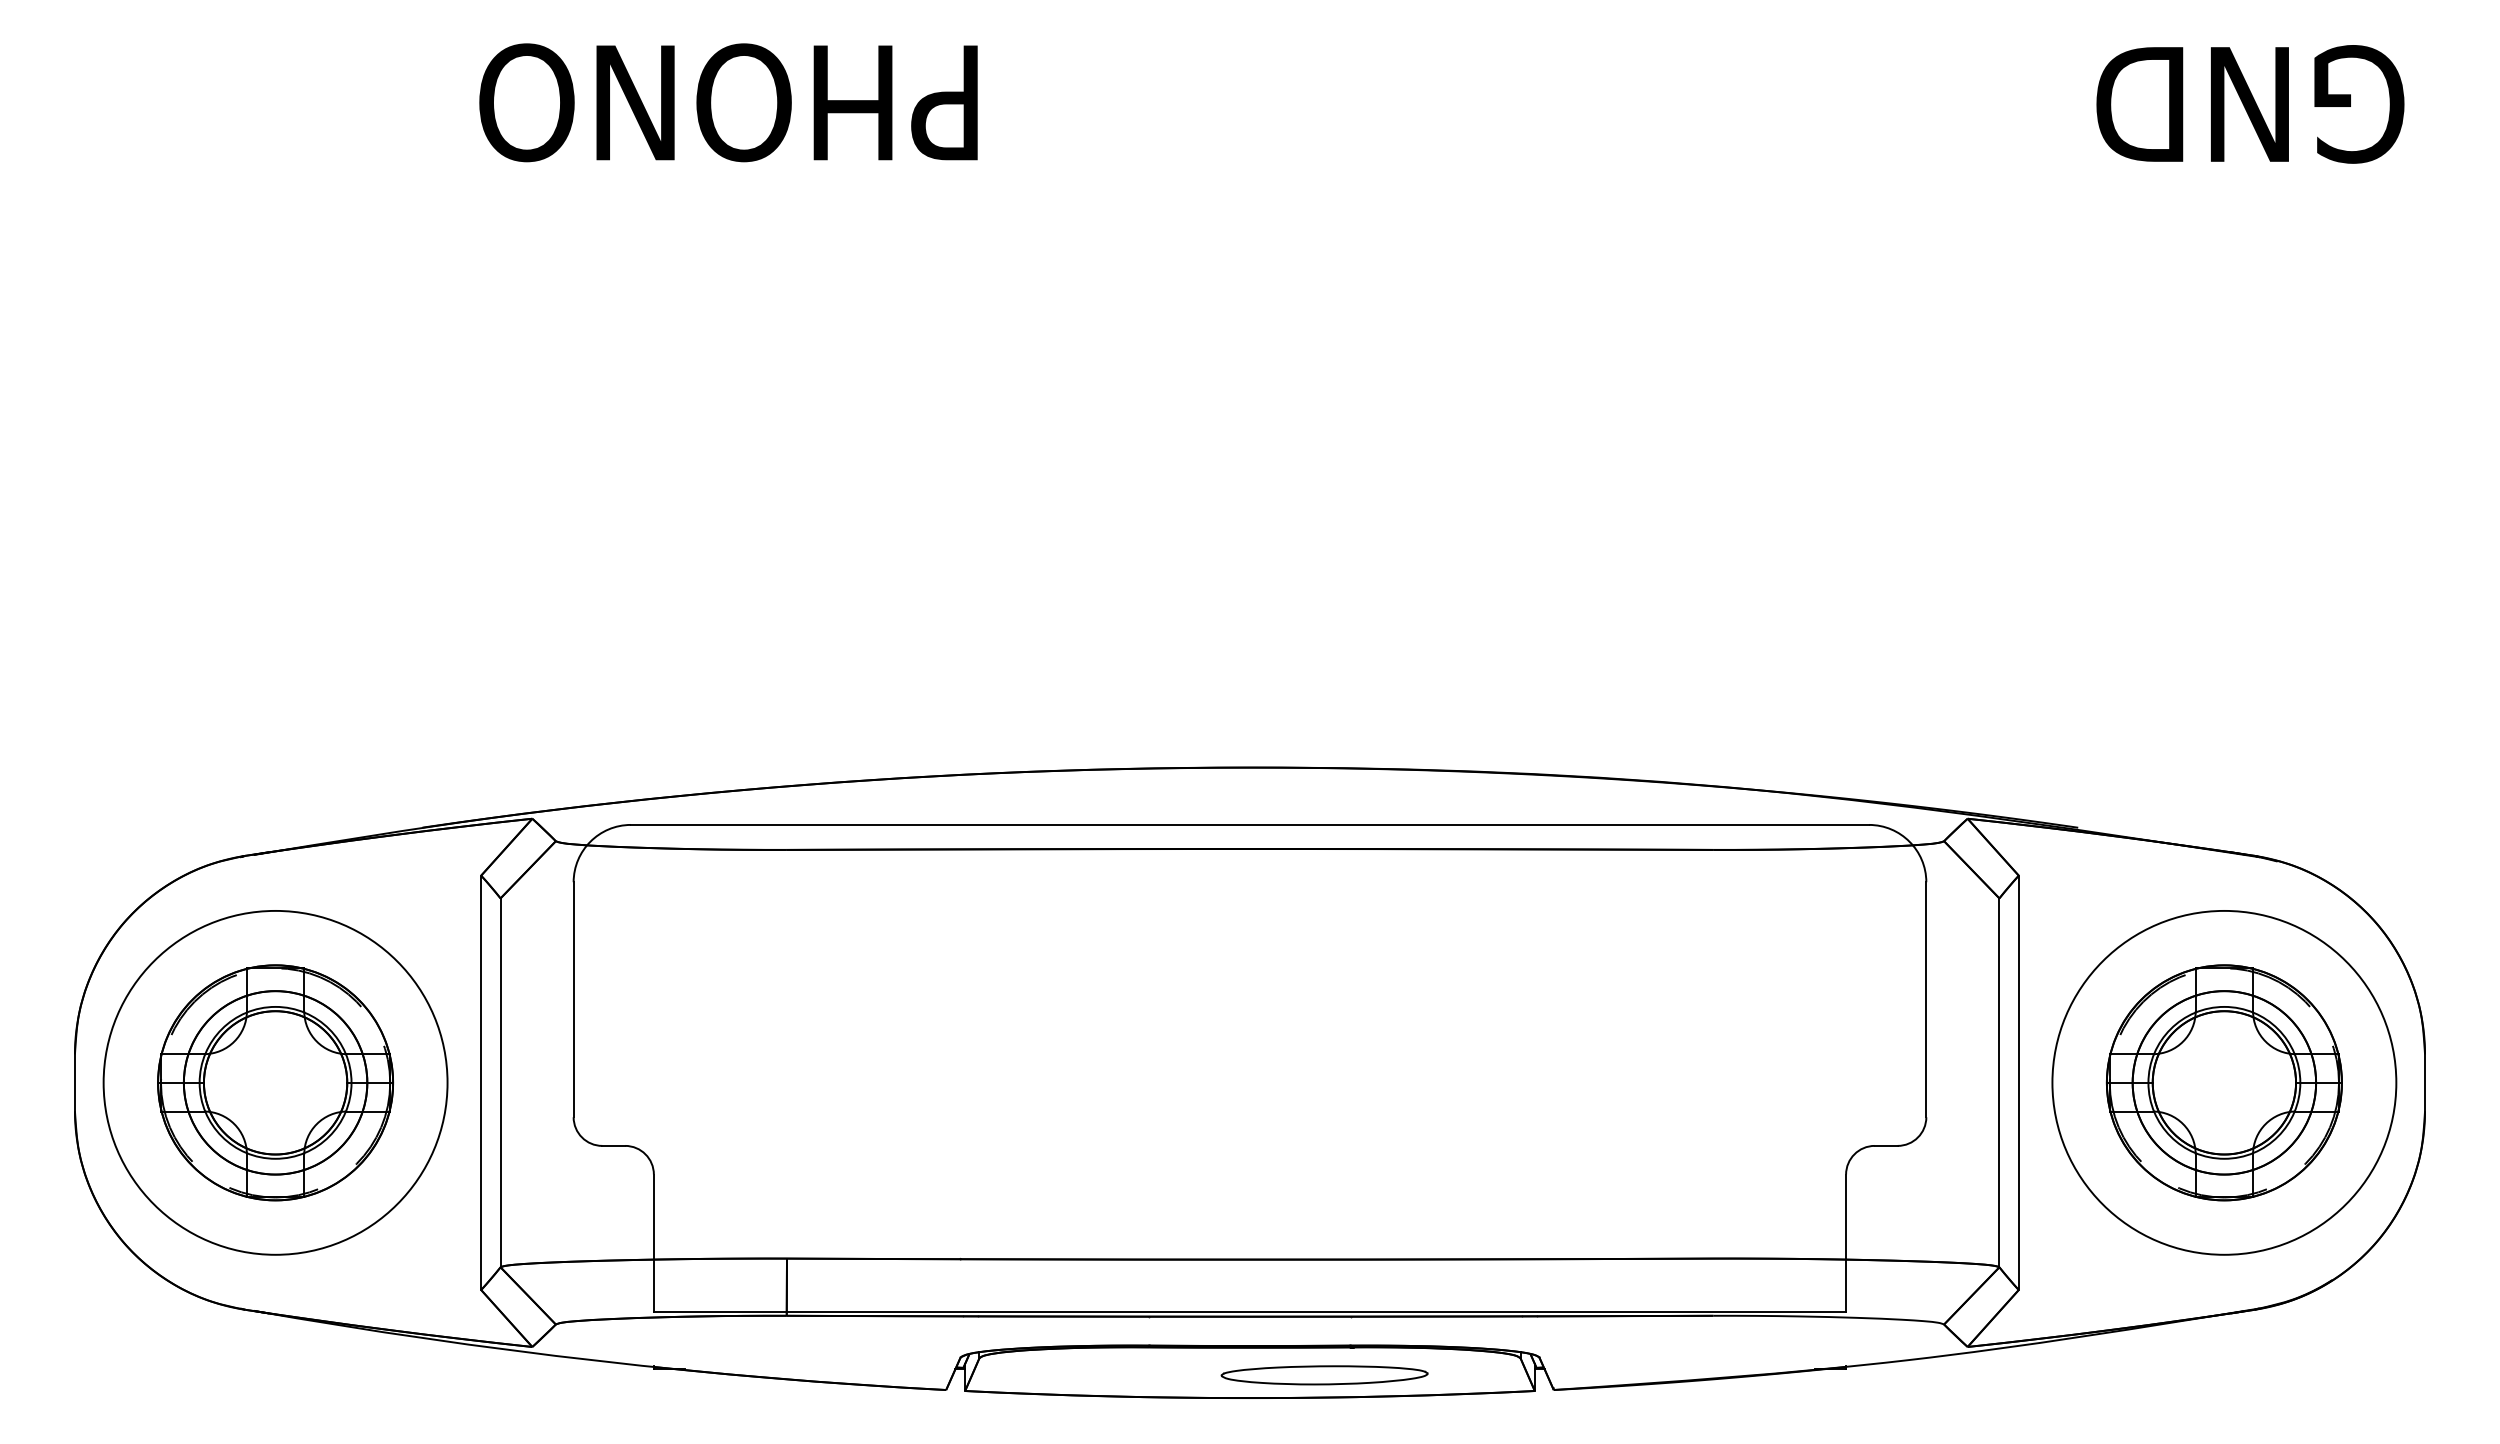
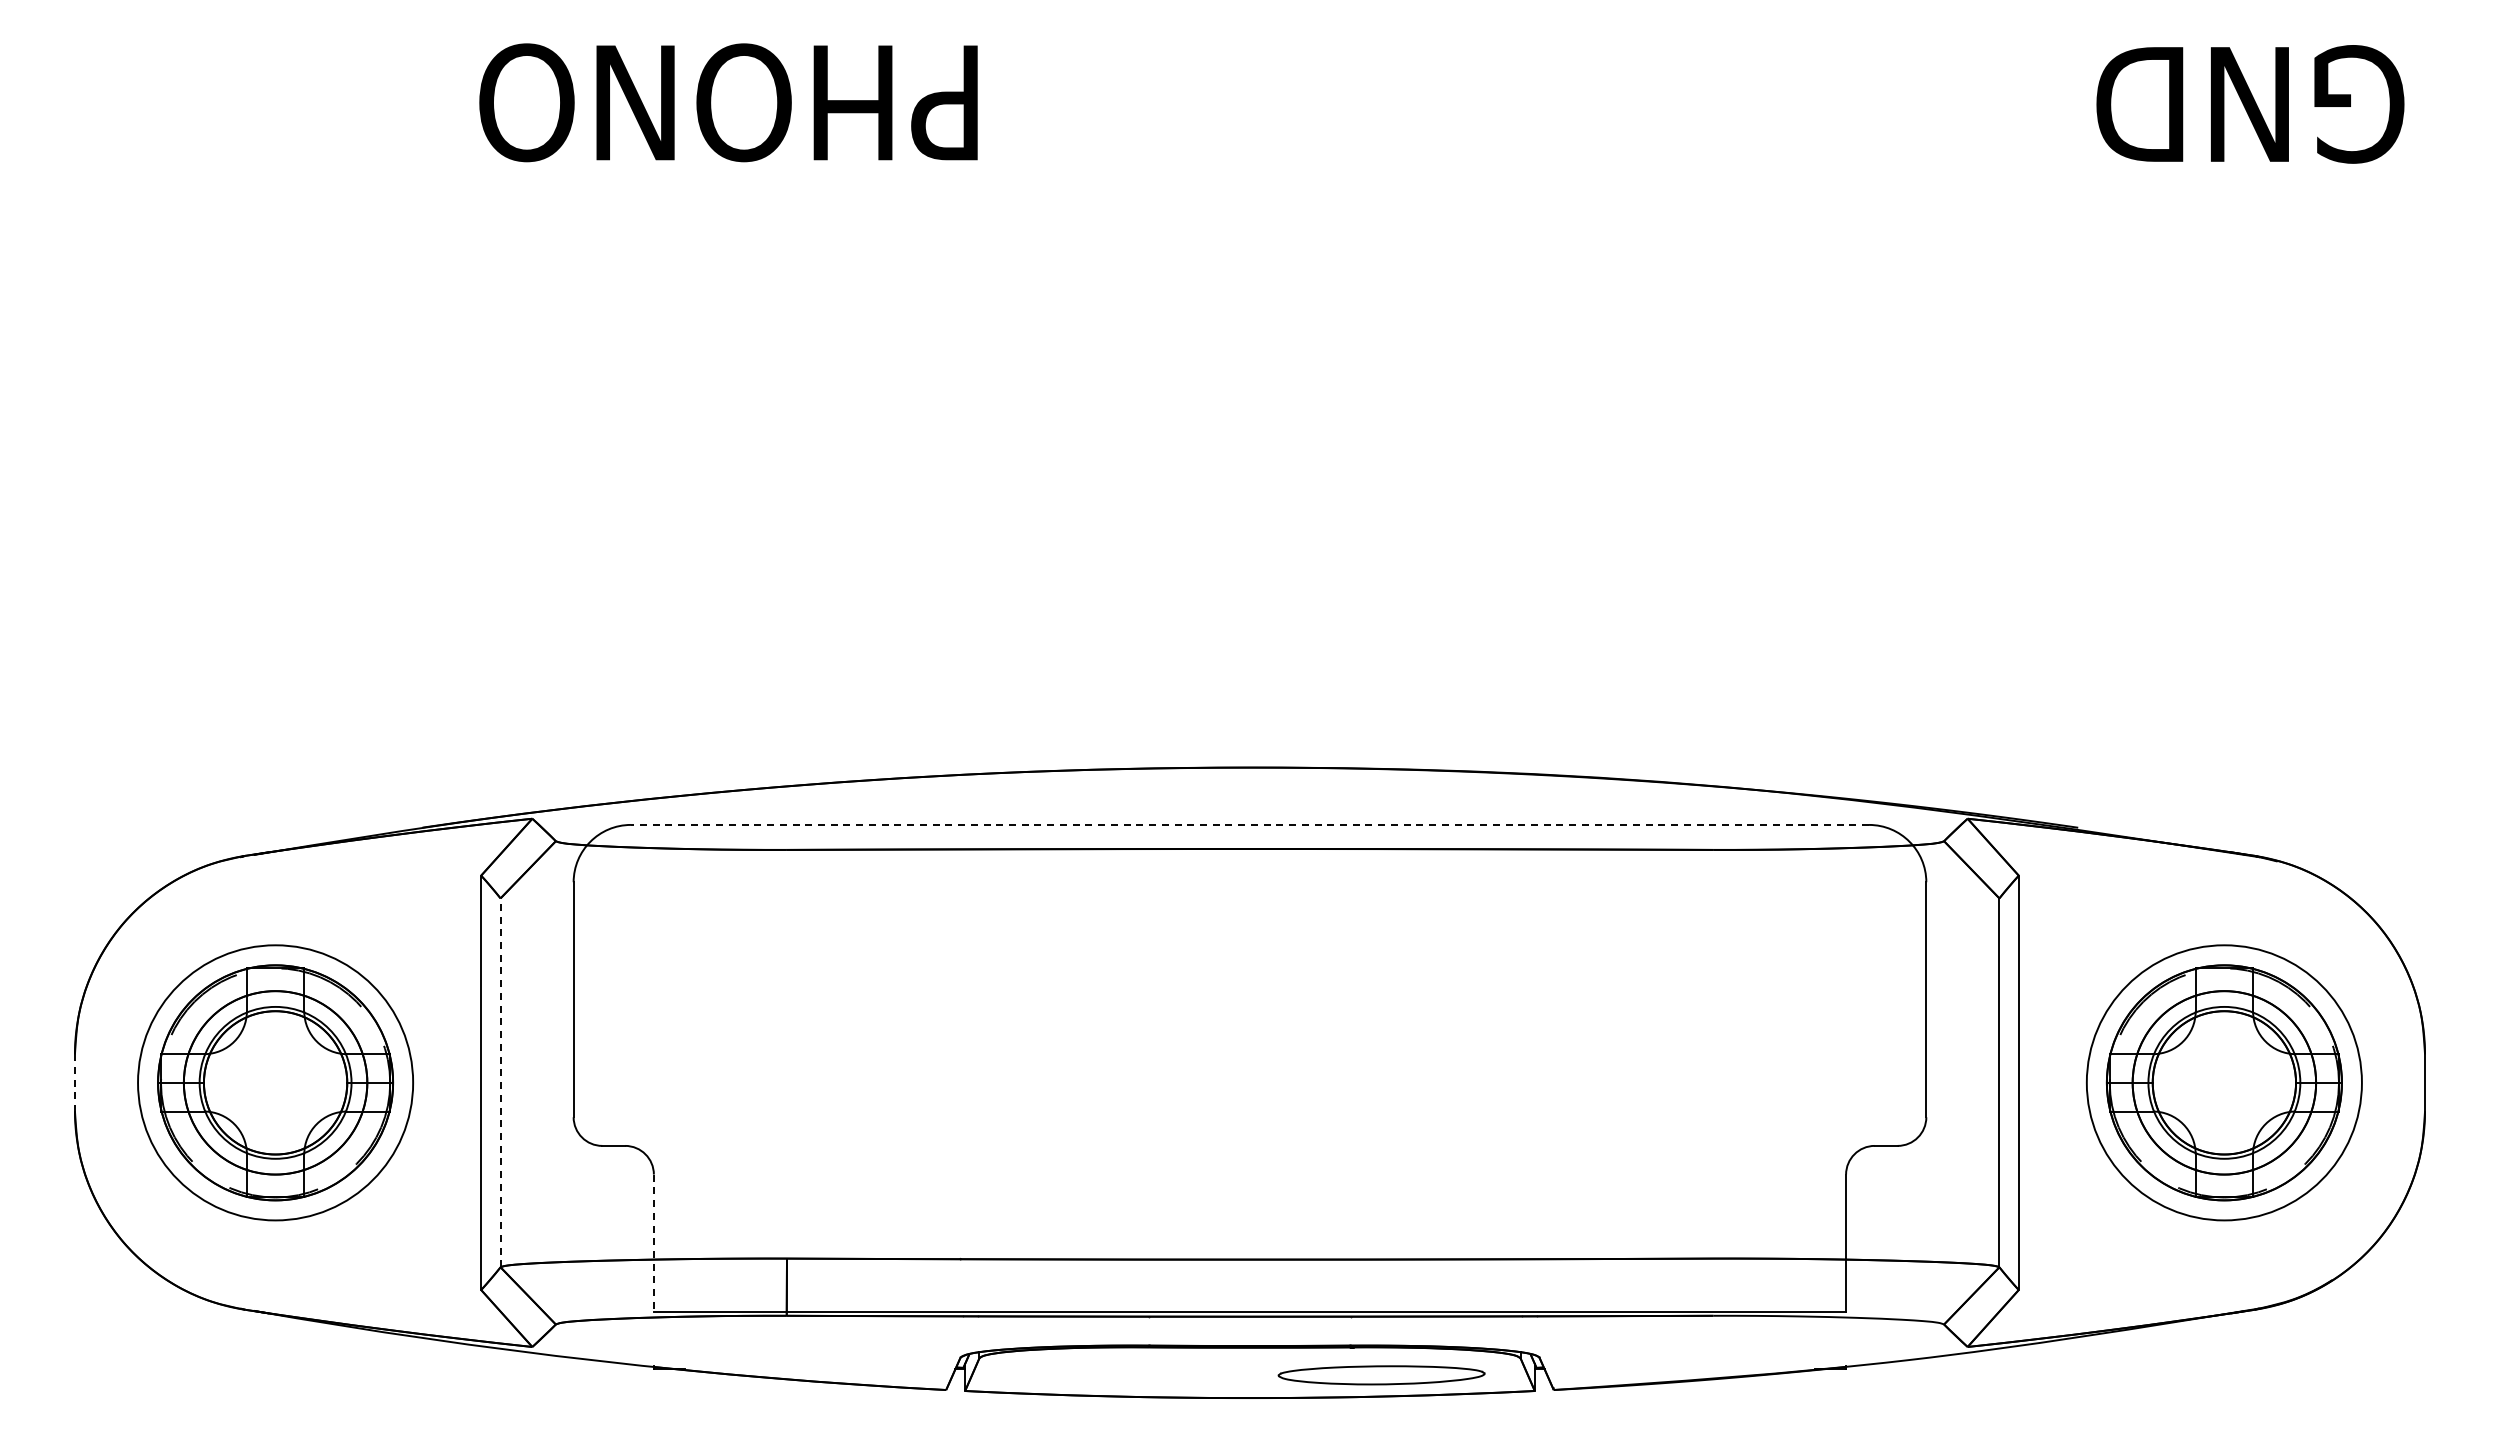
line at (1249, 824): solid -> dashed
line at (74, 1082): solid -> dashed
circle at (275, 1082) diameter: 344 px -> 275 px
line at (500, 1082): solid -> dashed
circle at (2224, 1082) diameter: 344 px -> 275 px
line at (653, 1243): solid -> dashed
part at (1324, 1375) position: (1324, 1375) -> (1381, 1375)
